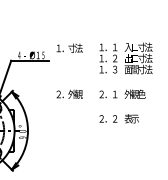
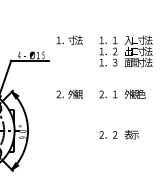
text at (69, 47) position: (69, 47) -> (69, 39)
text at (125, 58) position: (125, 58) -> (125, 51)
text at (118, 118) position: (118, 118) -> (118, 134)
